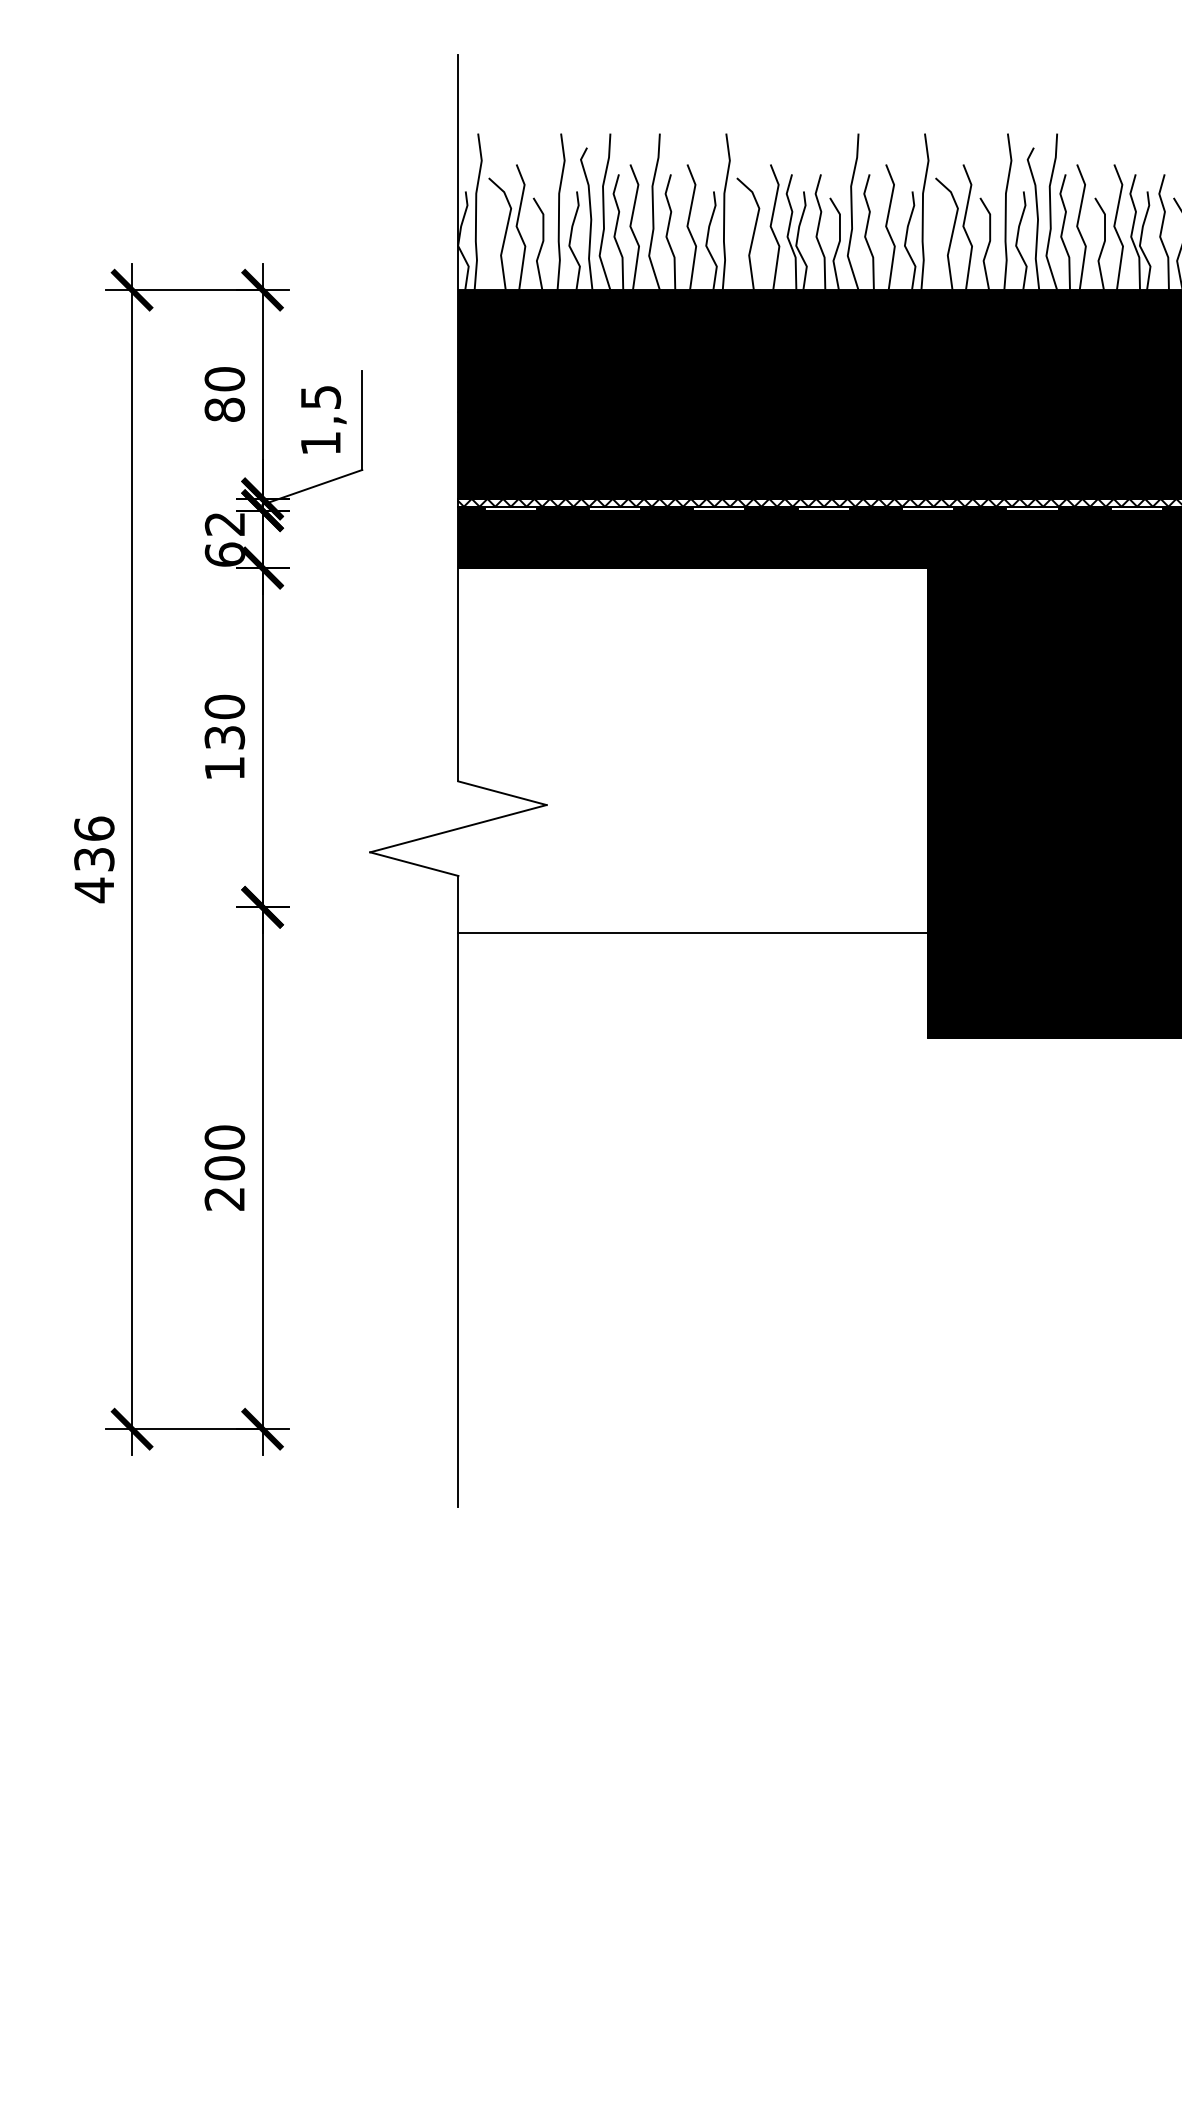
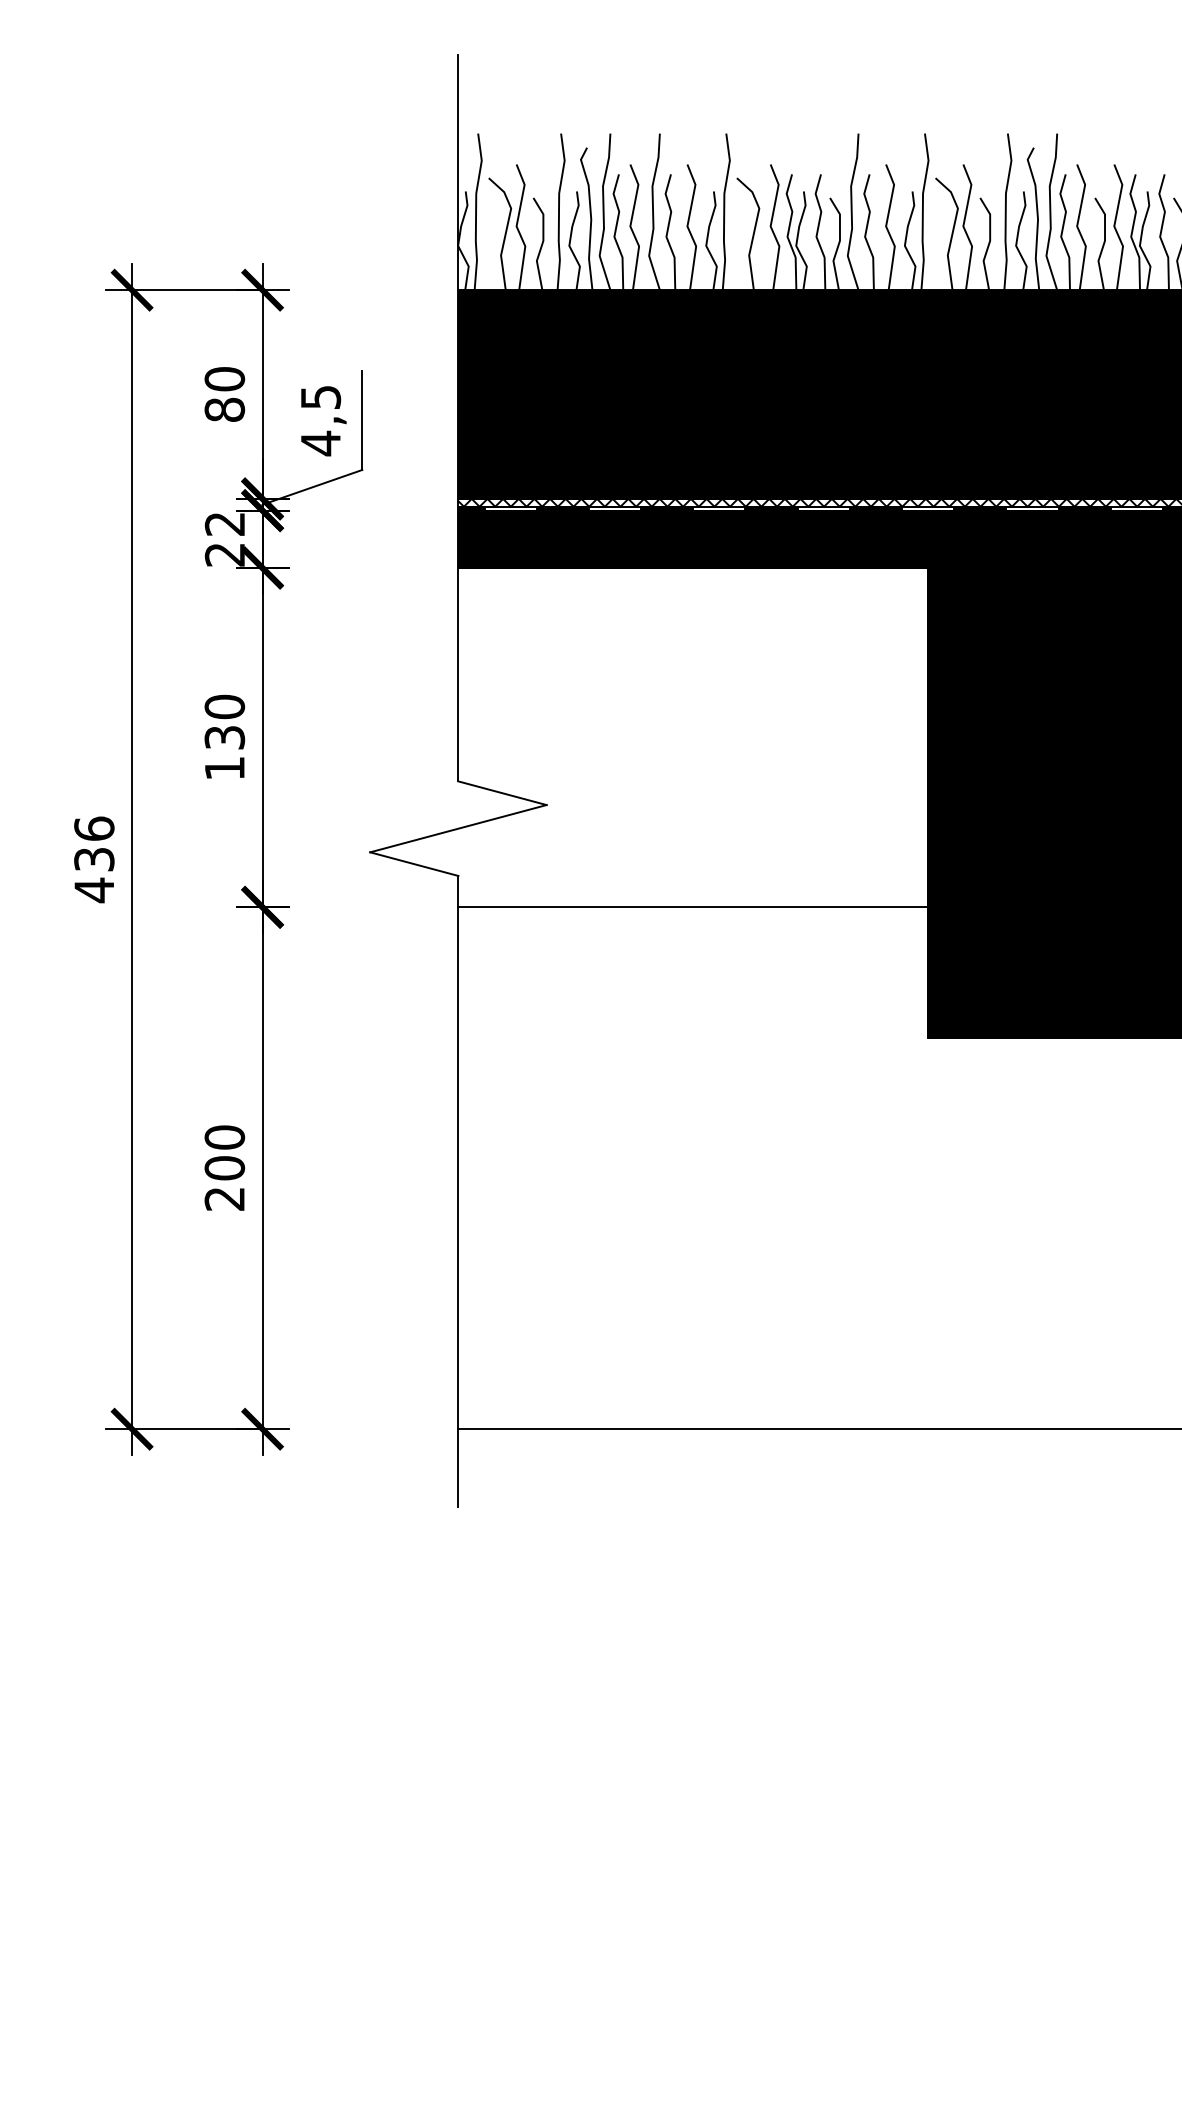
text at (320, 443): 1,5 -> 4,5
text at (224, 554): 62 -> 22
line at (693, 933) position: (693, 933) -> (693, 907)
line at (818, 1429): none -> present
